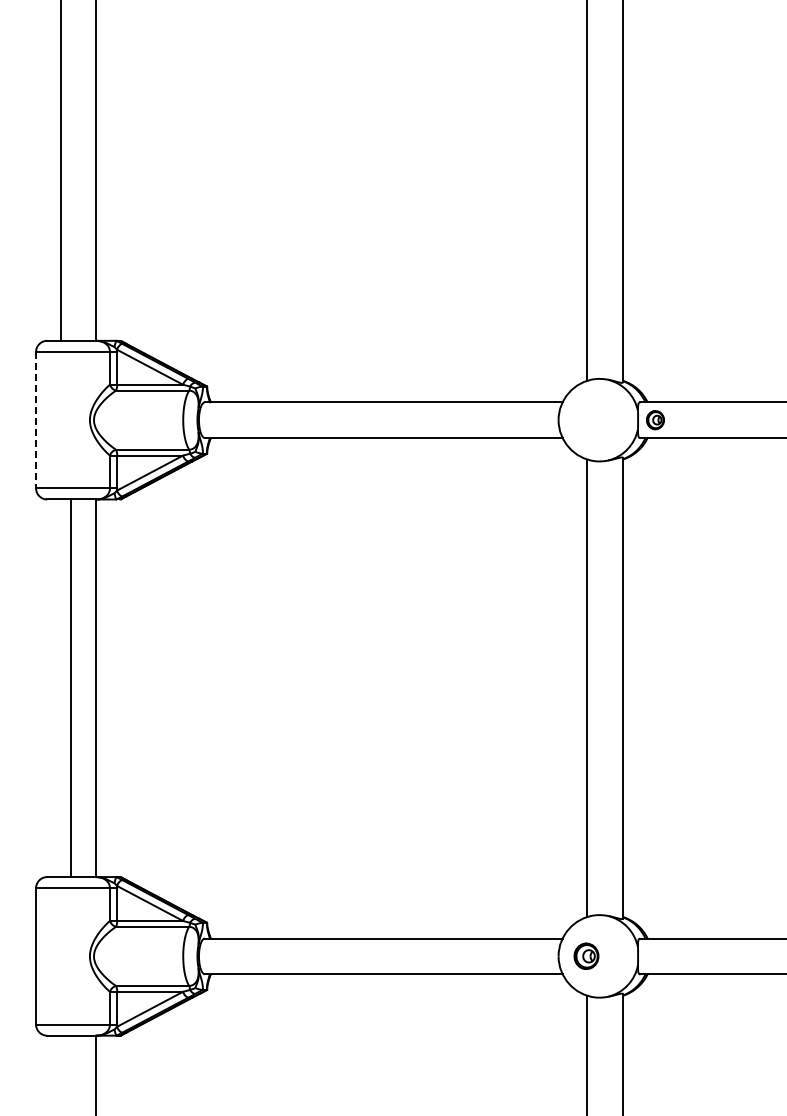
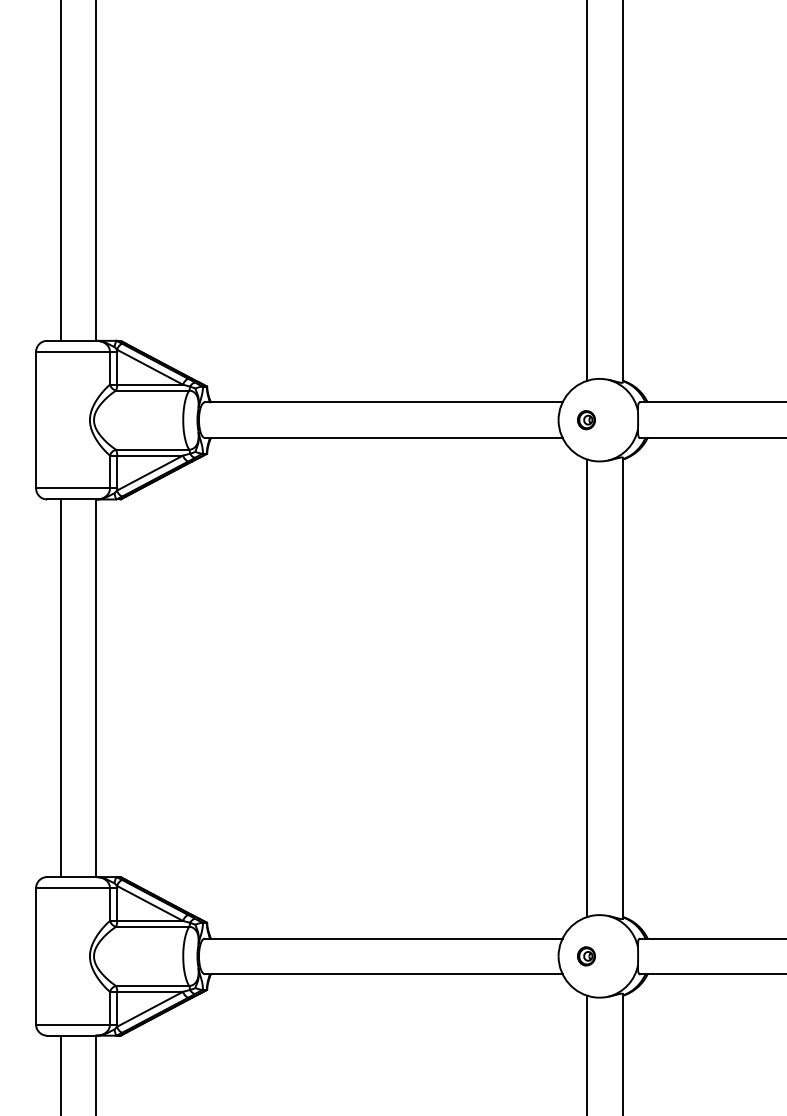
line at (36, 420): dashed -> solid
part at (655, 420) position: (655, 420) -> (586, 420)
line at (70, 688) position: (70, 688) -> (60, 688)
part at (586, 955) size: 27x28 px -> 19x21 px
line at (60, 1073): none -> present
